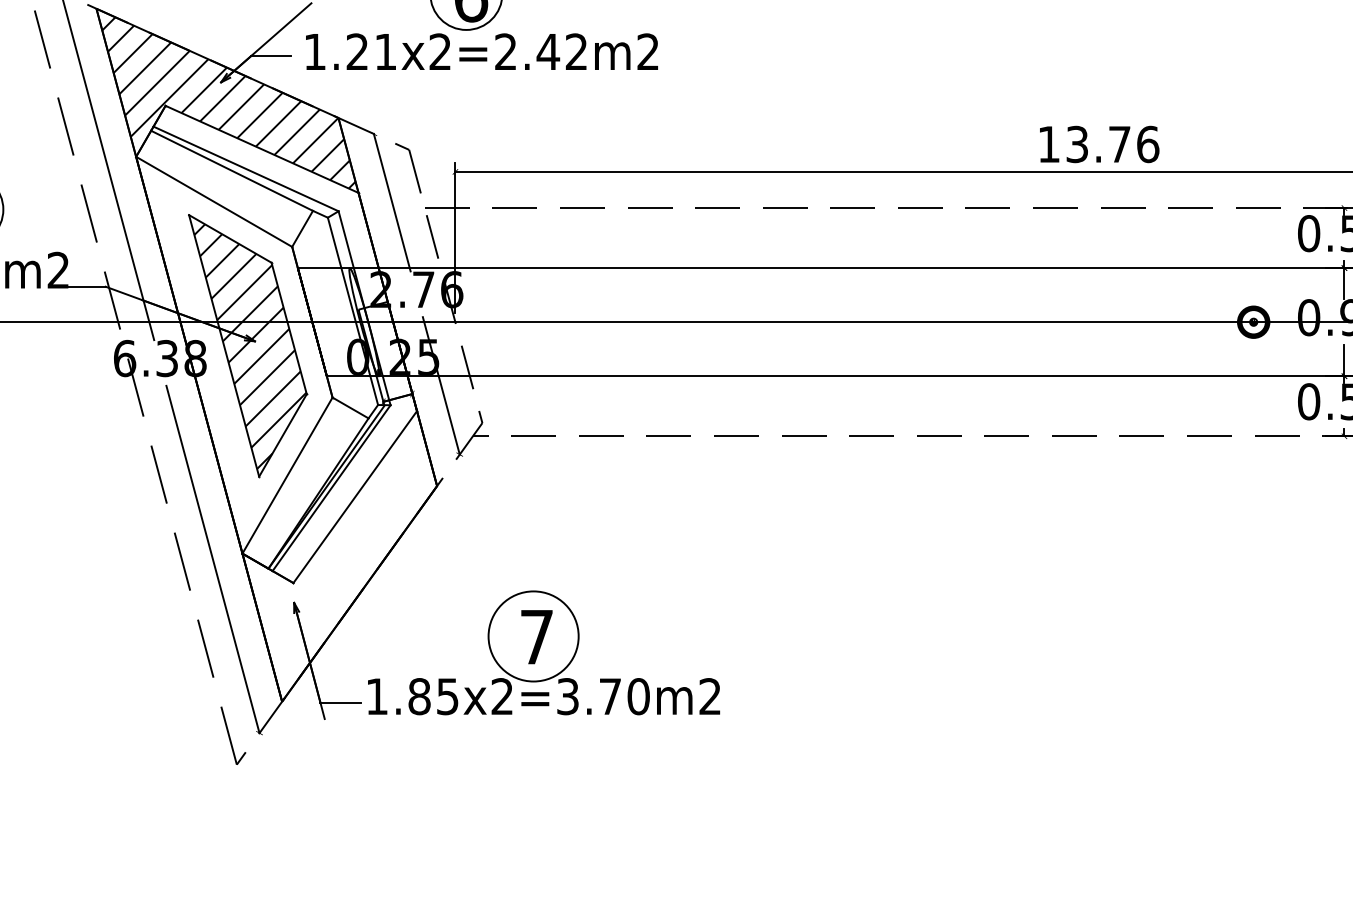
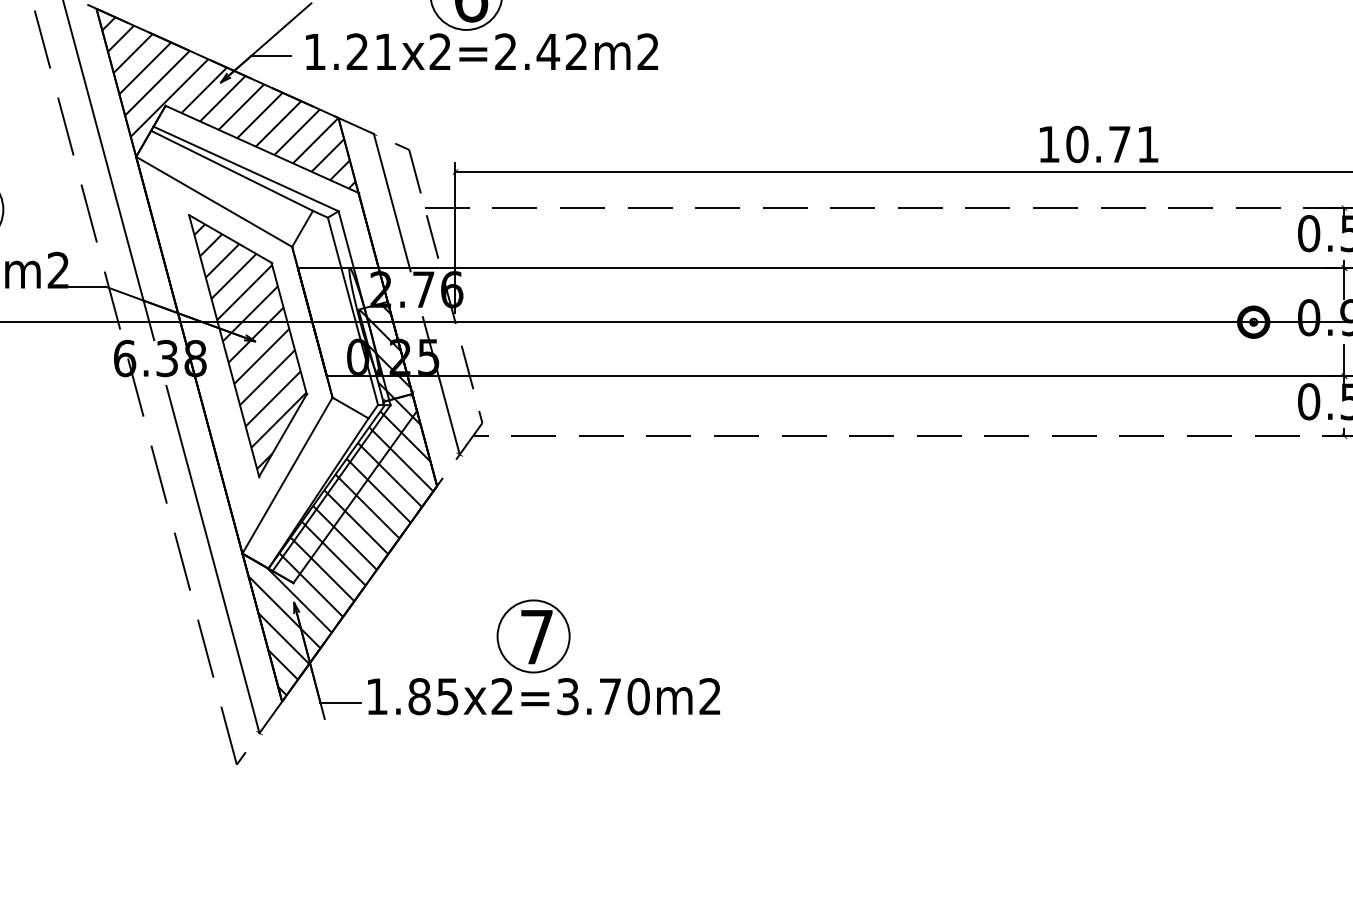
text at (1112, 144): 13.76 -> 10.71
hatch at (340, 499): none -> present
circle at (533, 636) diameter: 90 px -> 72 px
